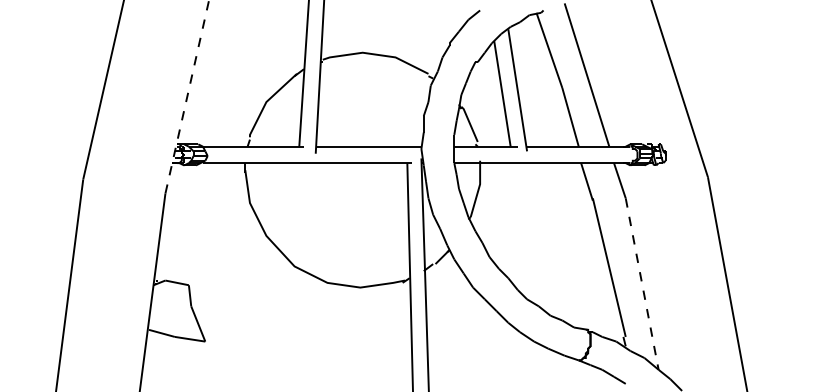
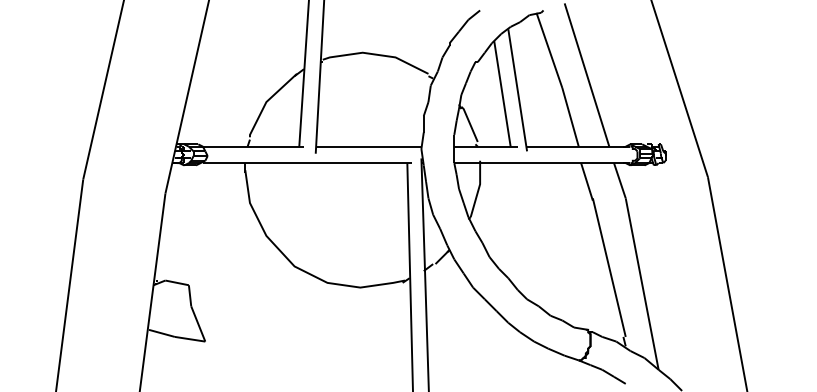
line at (187, 97): dashed -> solid
line at (642, 284): dashed -> solid
